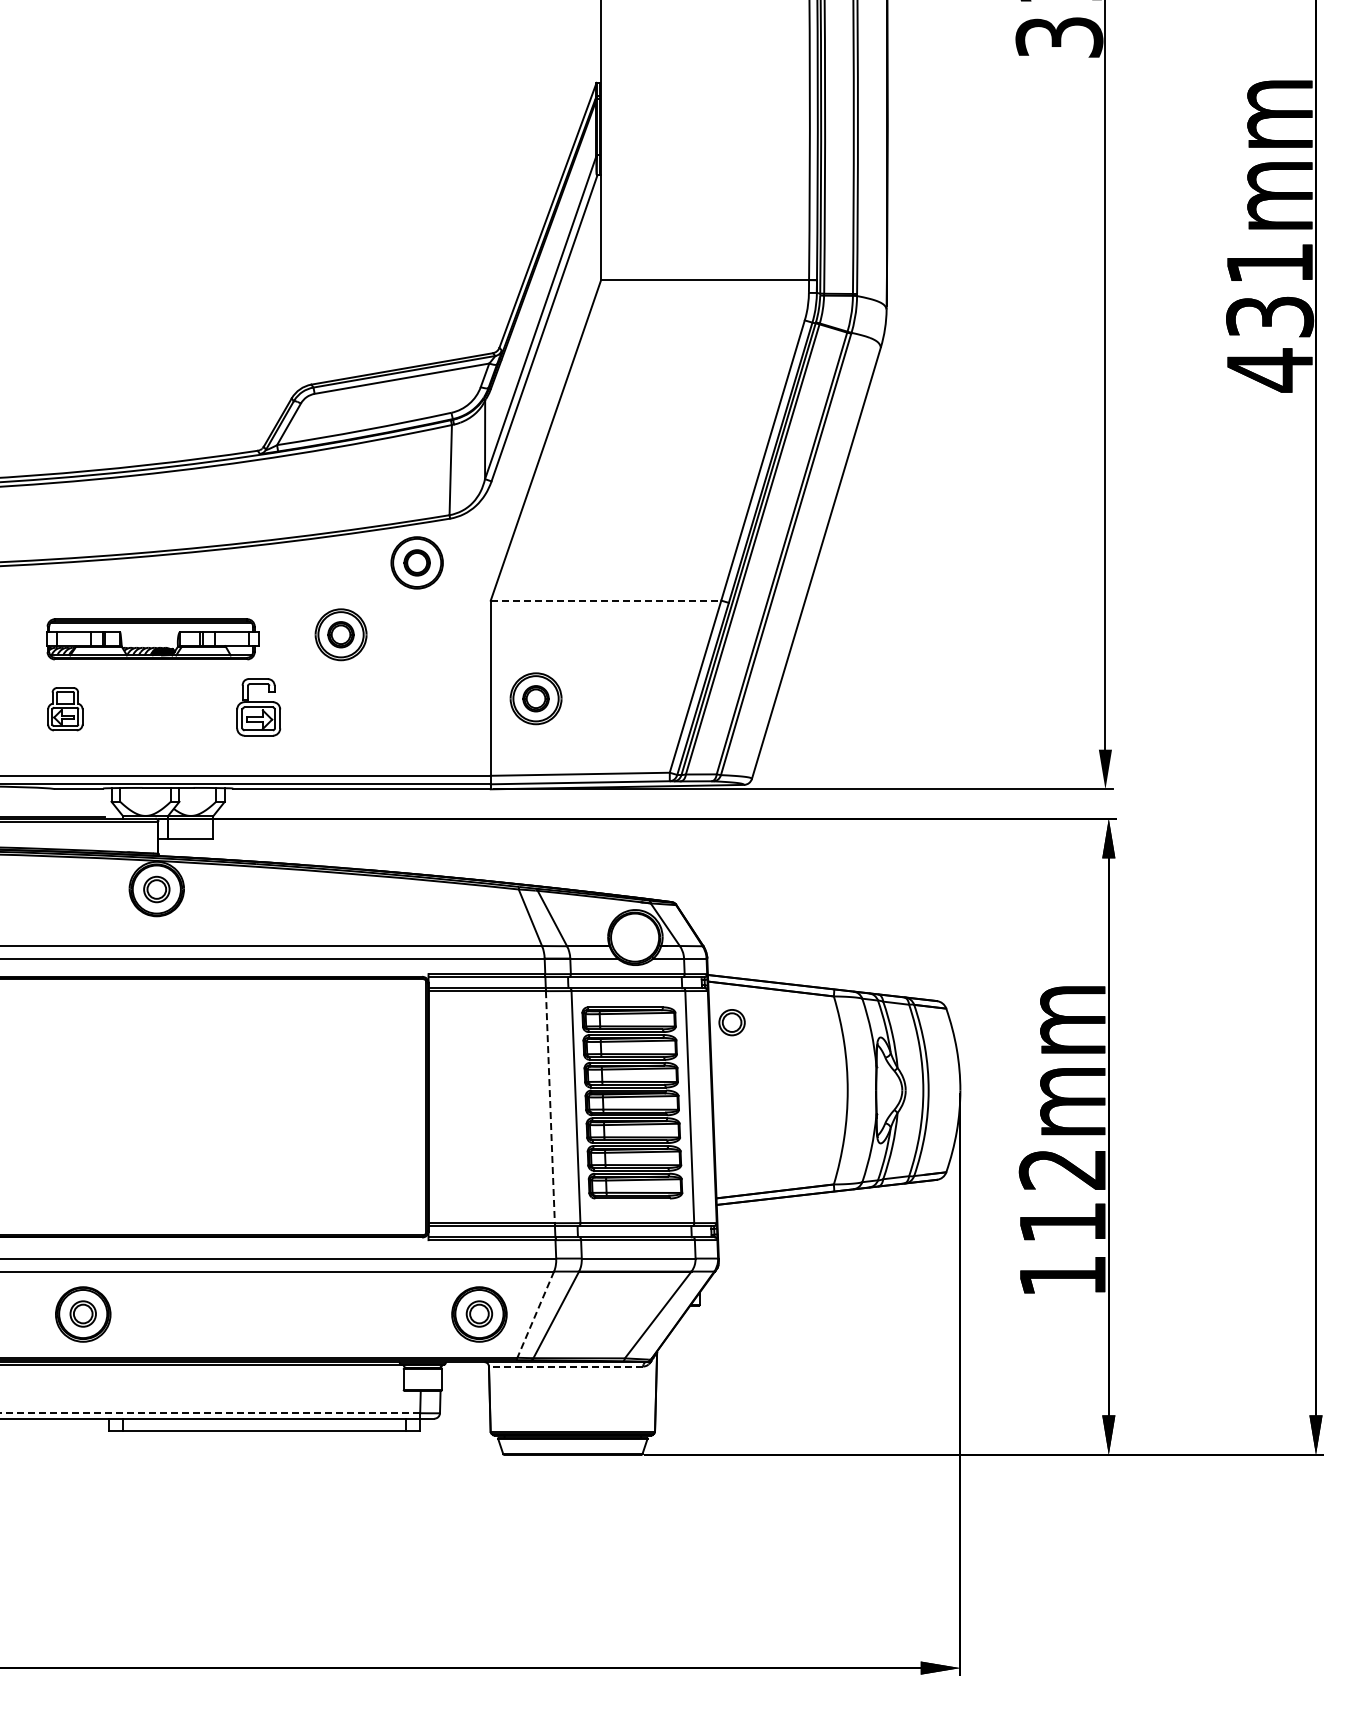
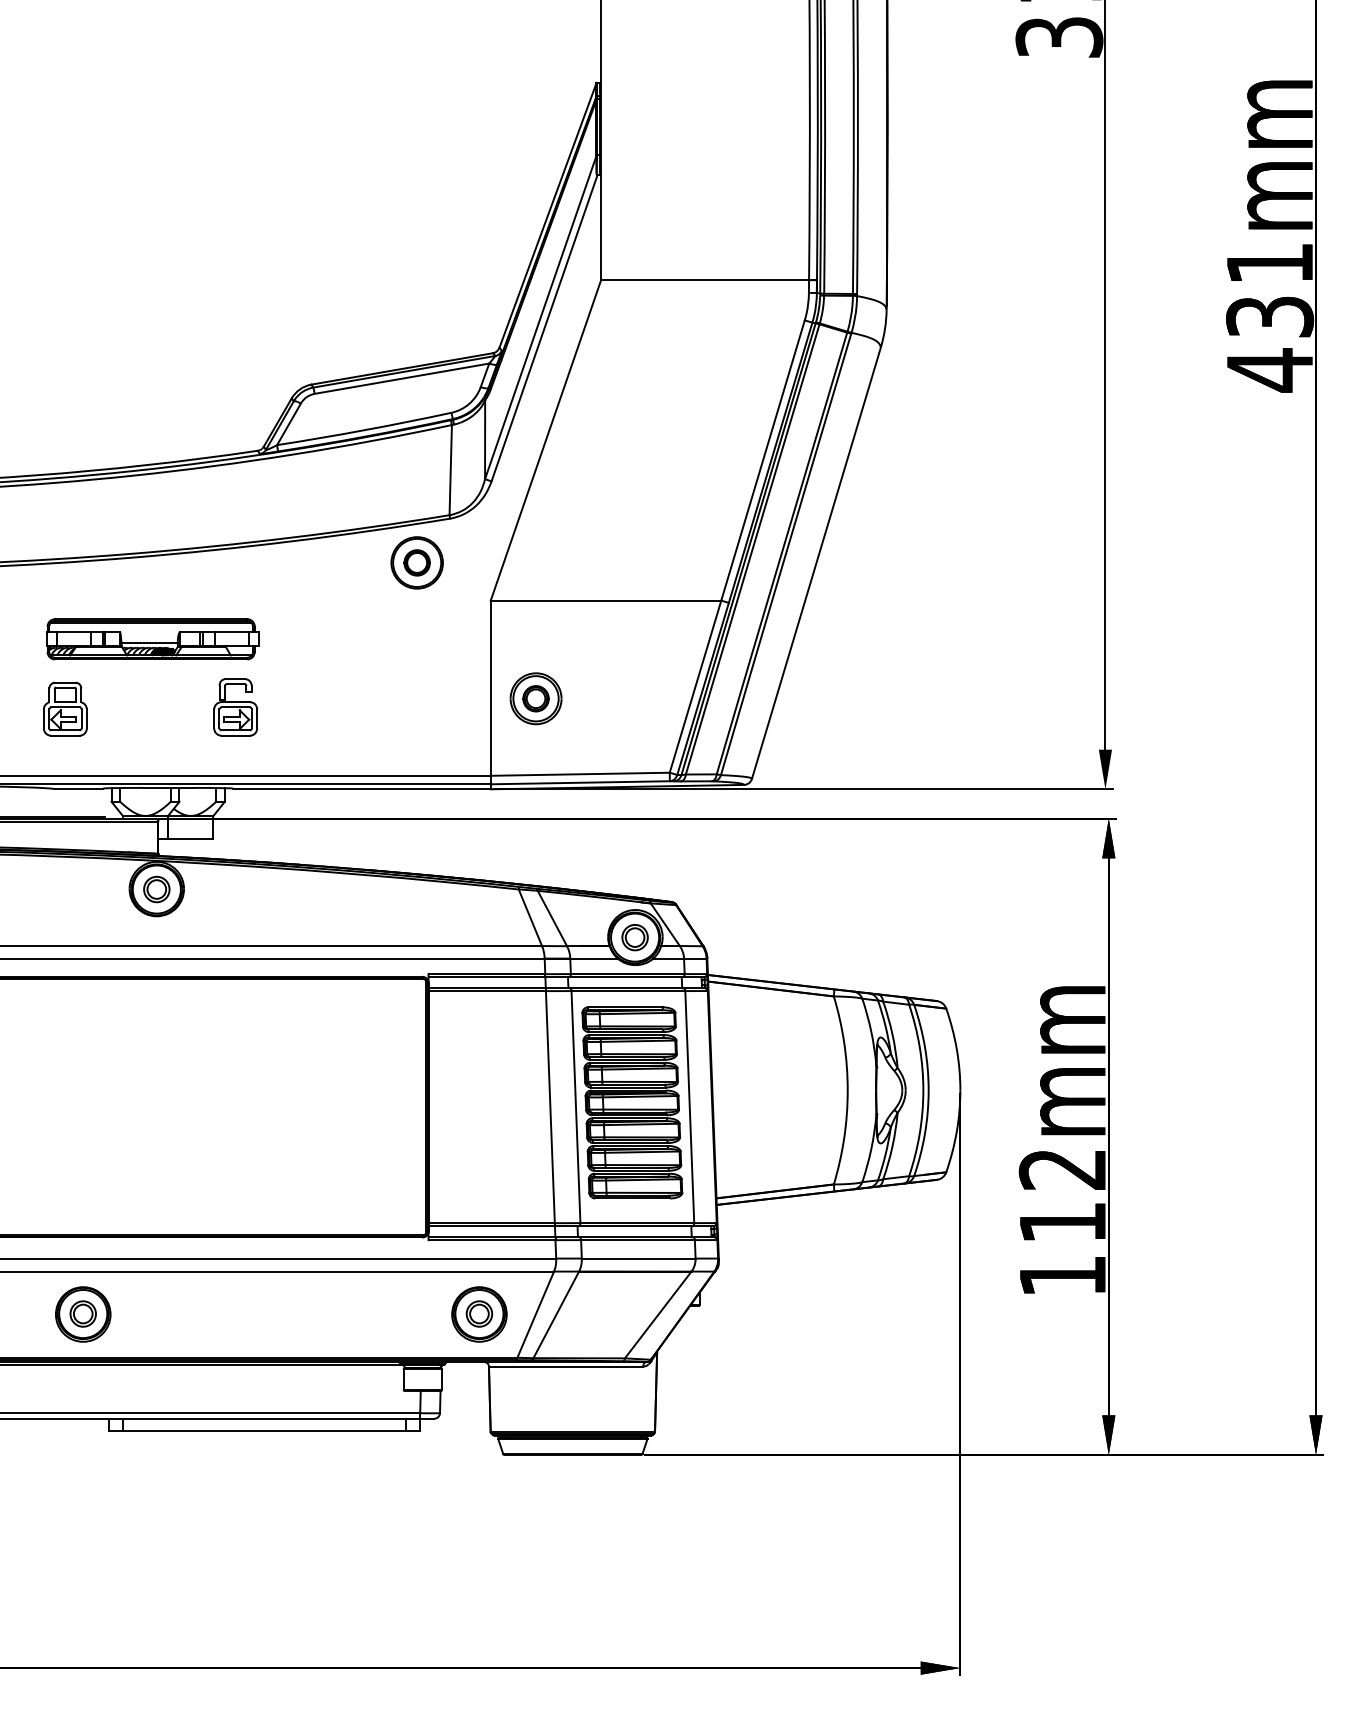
line at (606, 600): dashed -> solid
part at (340, 634): present -> none
line at (149, 643): none -> present
part at (258, 707) position: (258, 707) -> (235, 707)
part at (65, 709) size: 37x45 px -> 45x56 px
part at (731, 1022) position: (731, 1022) -> (634, 937)
line at (550, 1107): dashed -> solid
line at (535, 1314): dashed -> solid
line at (565, 1366): dashed -> solid
line at (210, 1413): dashed -> solid
